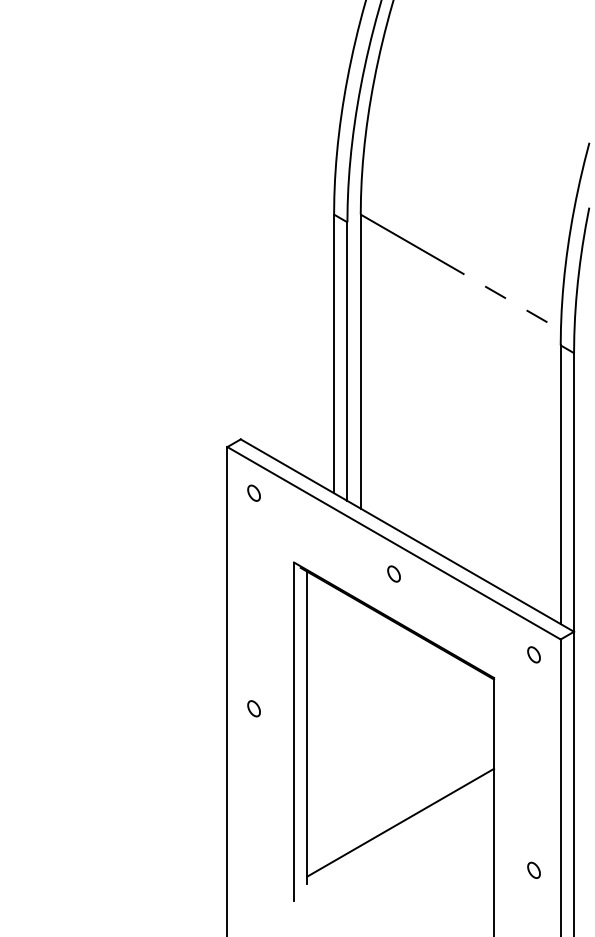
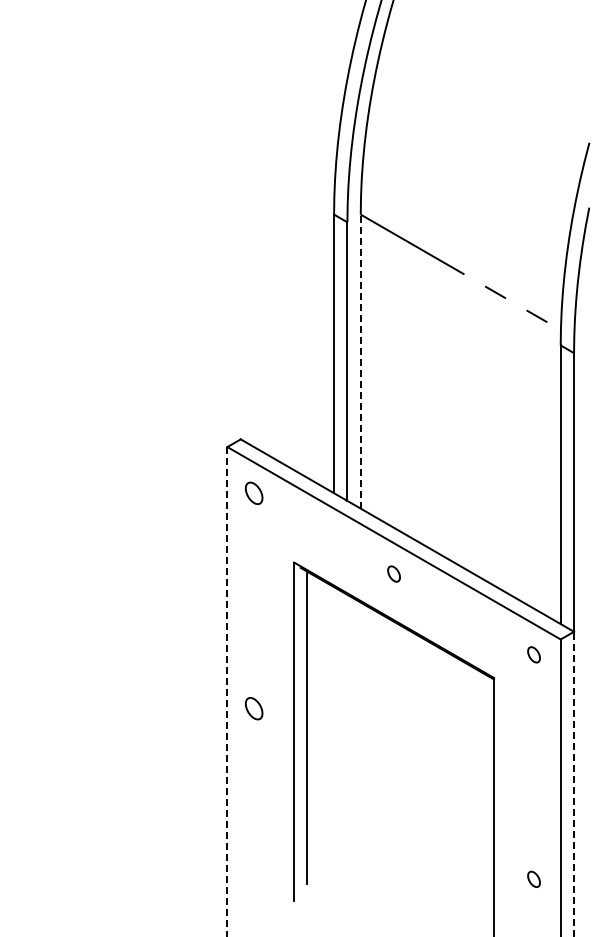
line at (360, 361): solid -> dashed
part at (253, 492) size: 14x18 px -> 20x25 px
line at (227, 691): solid -> dashed
part at (253, 708) size: 14x18 px -> 20x24 px
line at (574, 783): solid -> dashed
line at (400, 822): present -> none
part at (533, 869) position: (533, 869) -> (533, 878)
